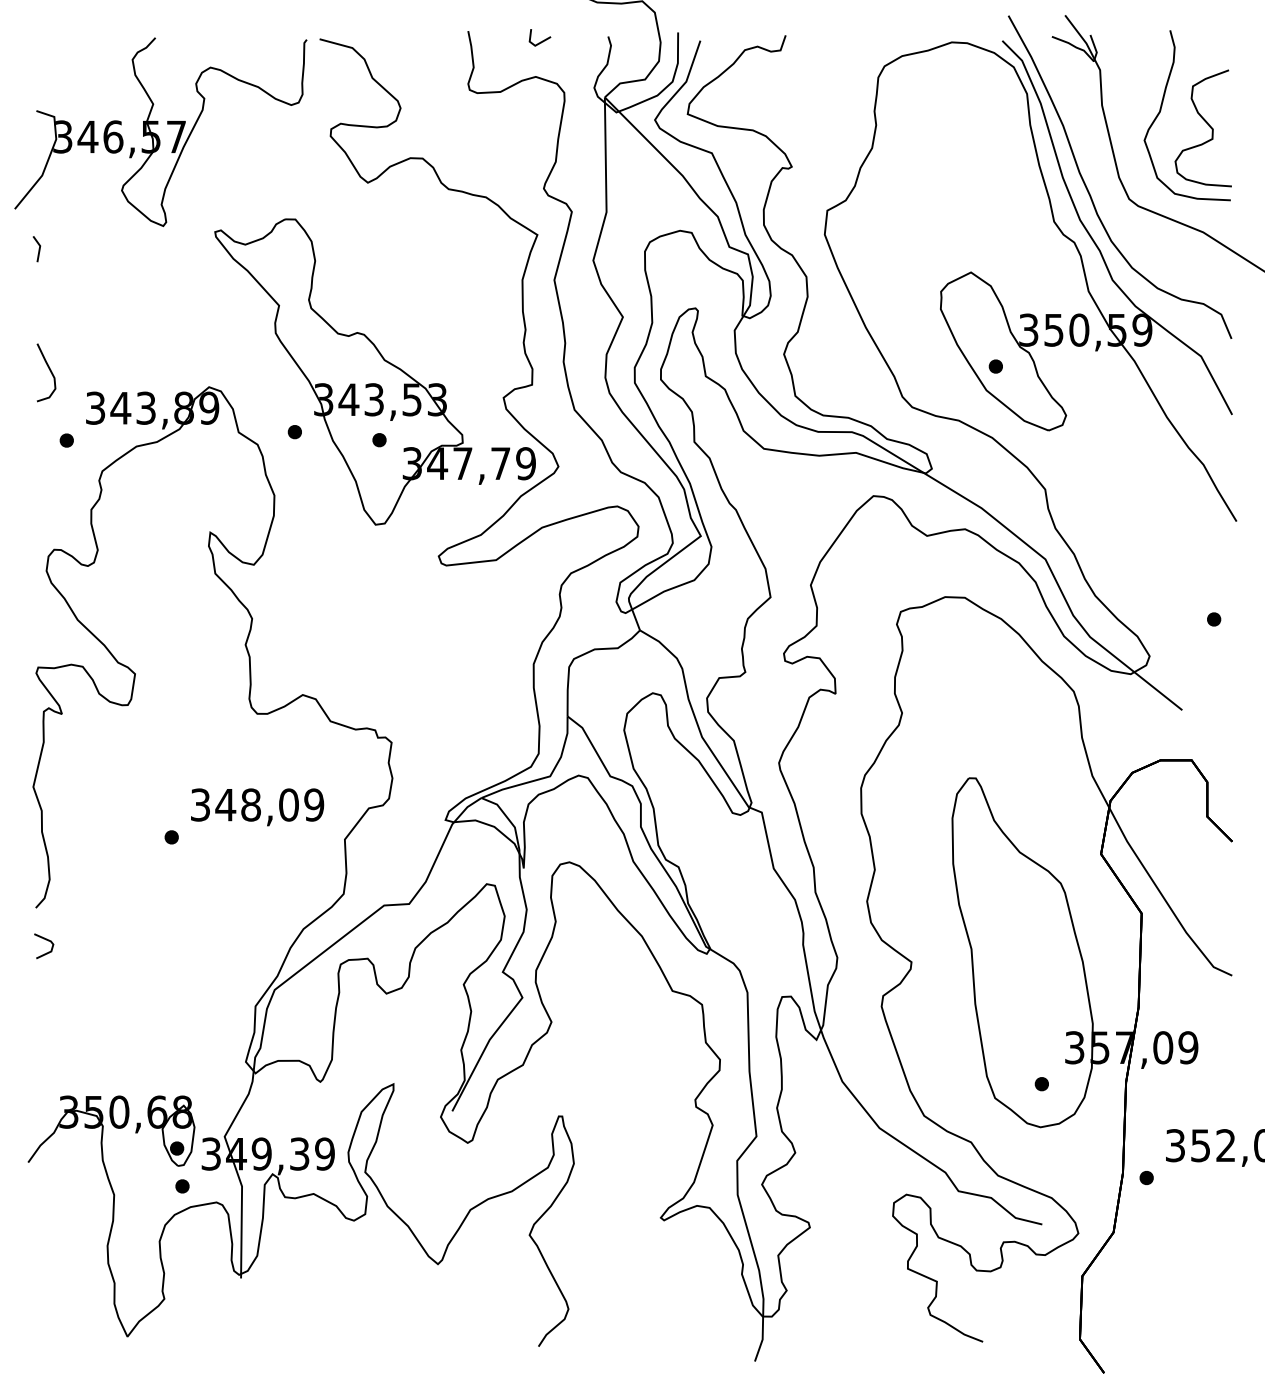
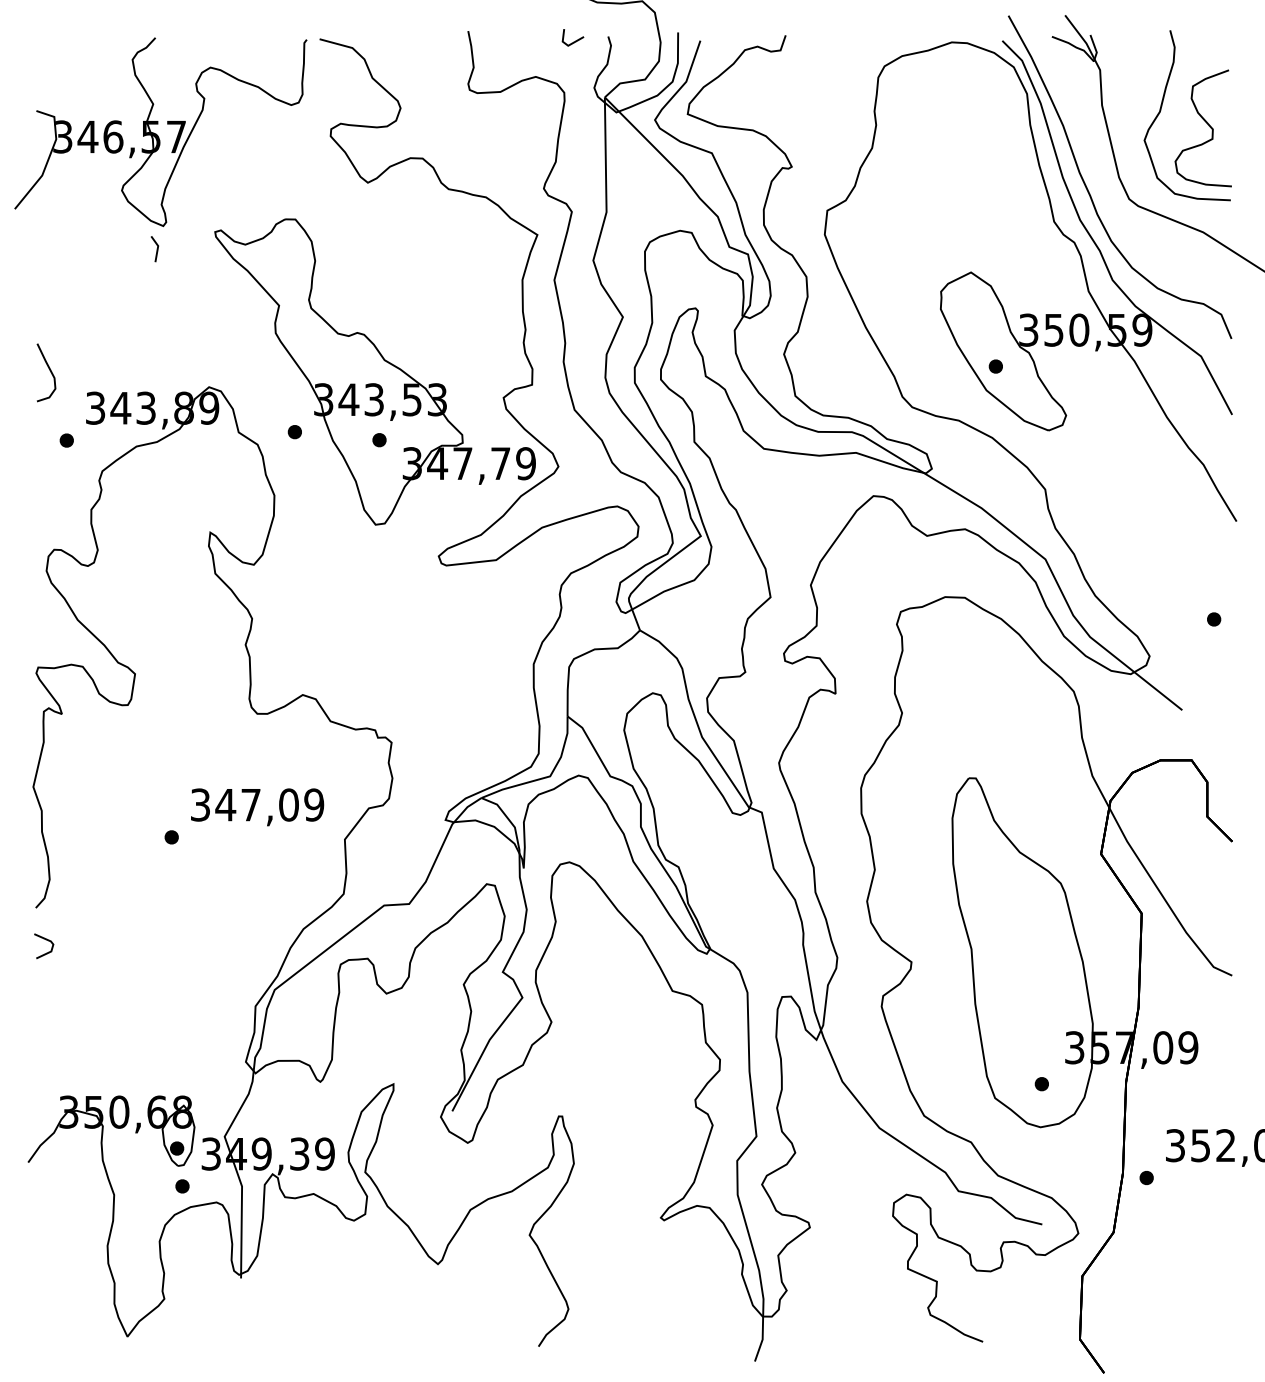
line at (540, 41) position: (540, 41) -> (573, 41)
line at (38, 249) position: (38, 249) -> (156, 249)
text at (250, 804): 348,09 -> 347,09
